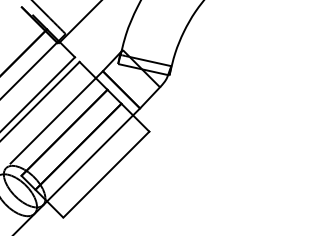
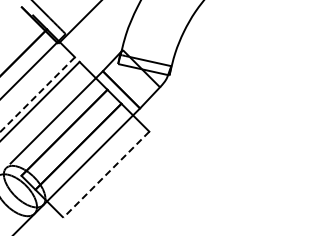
line at (37, 94): solid -> dashed
line at (106, 174): solid -> dashed
